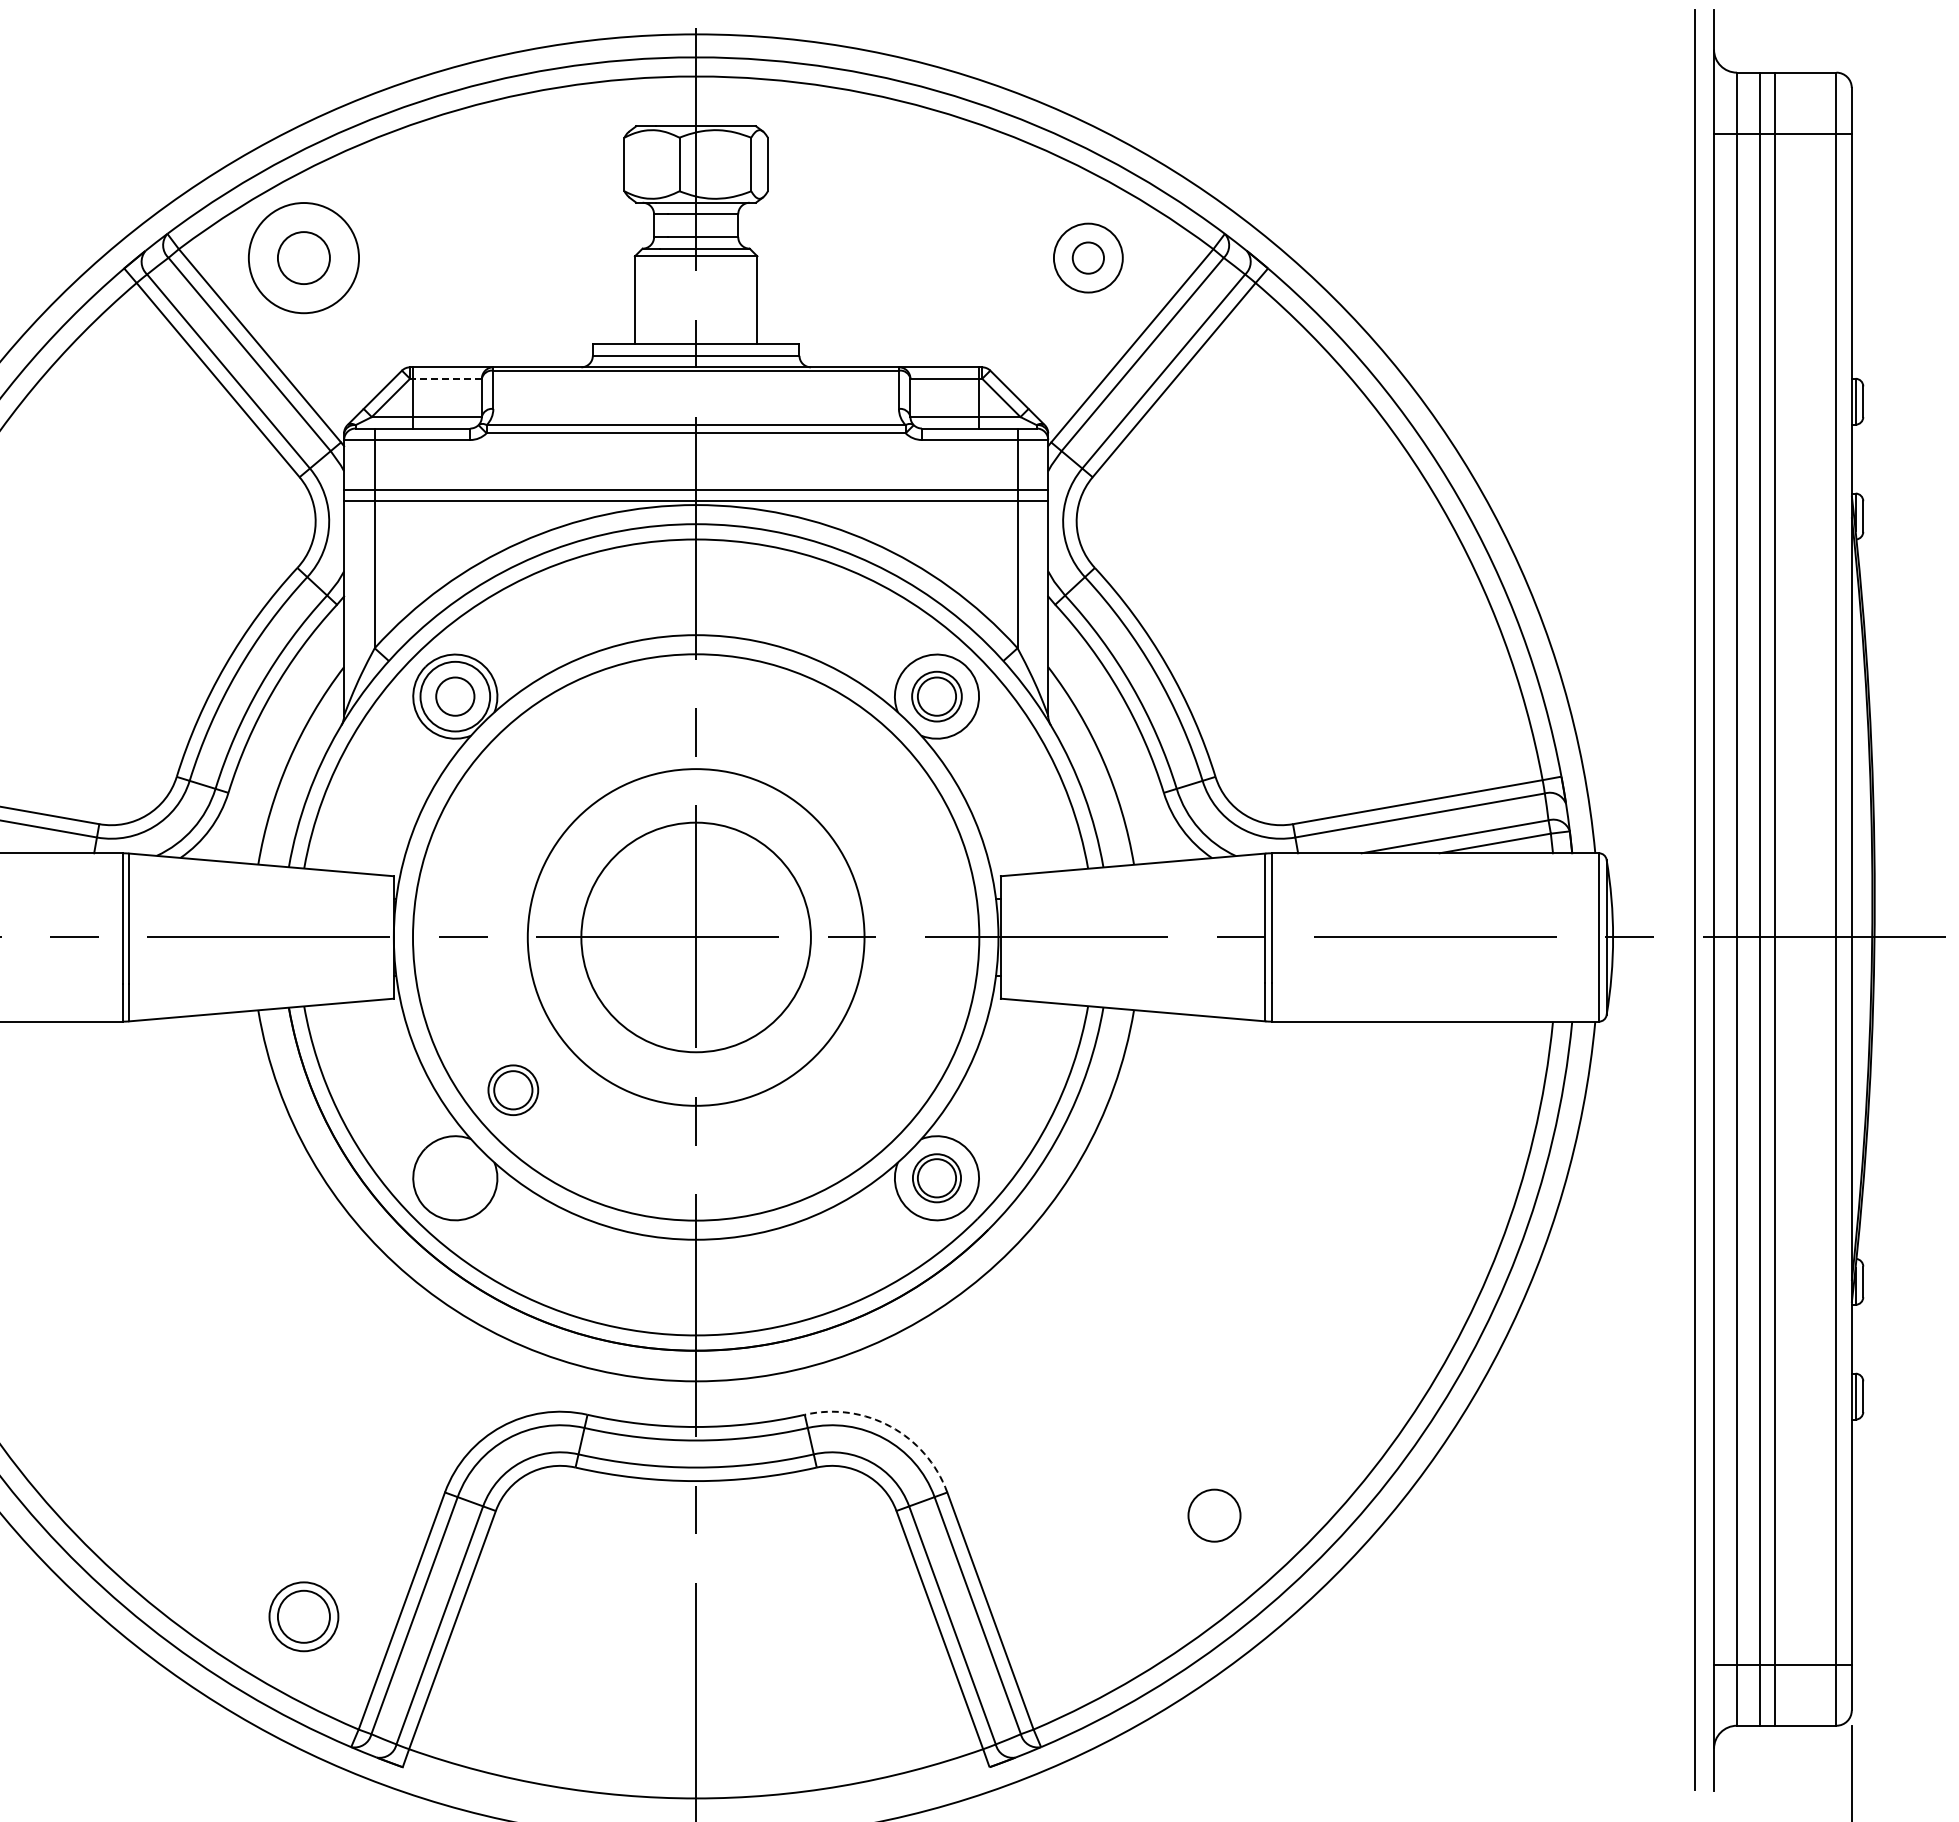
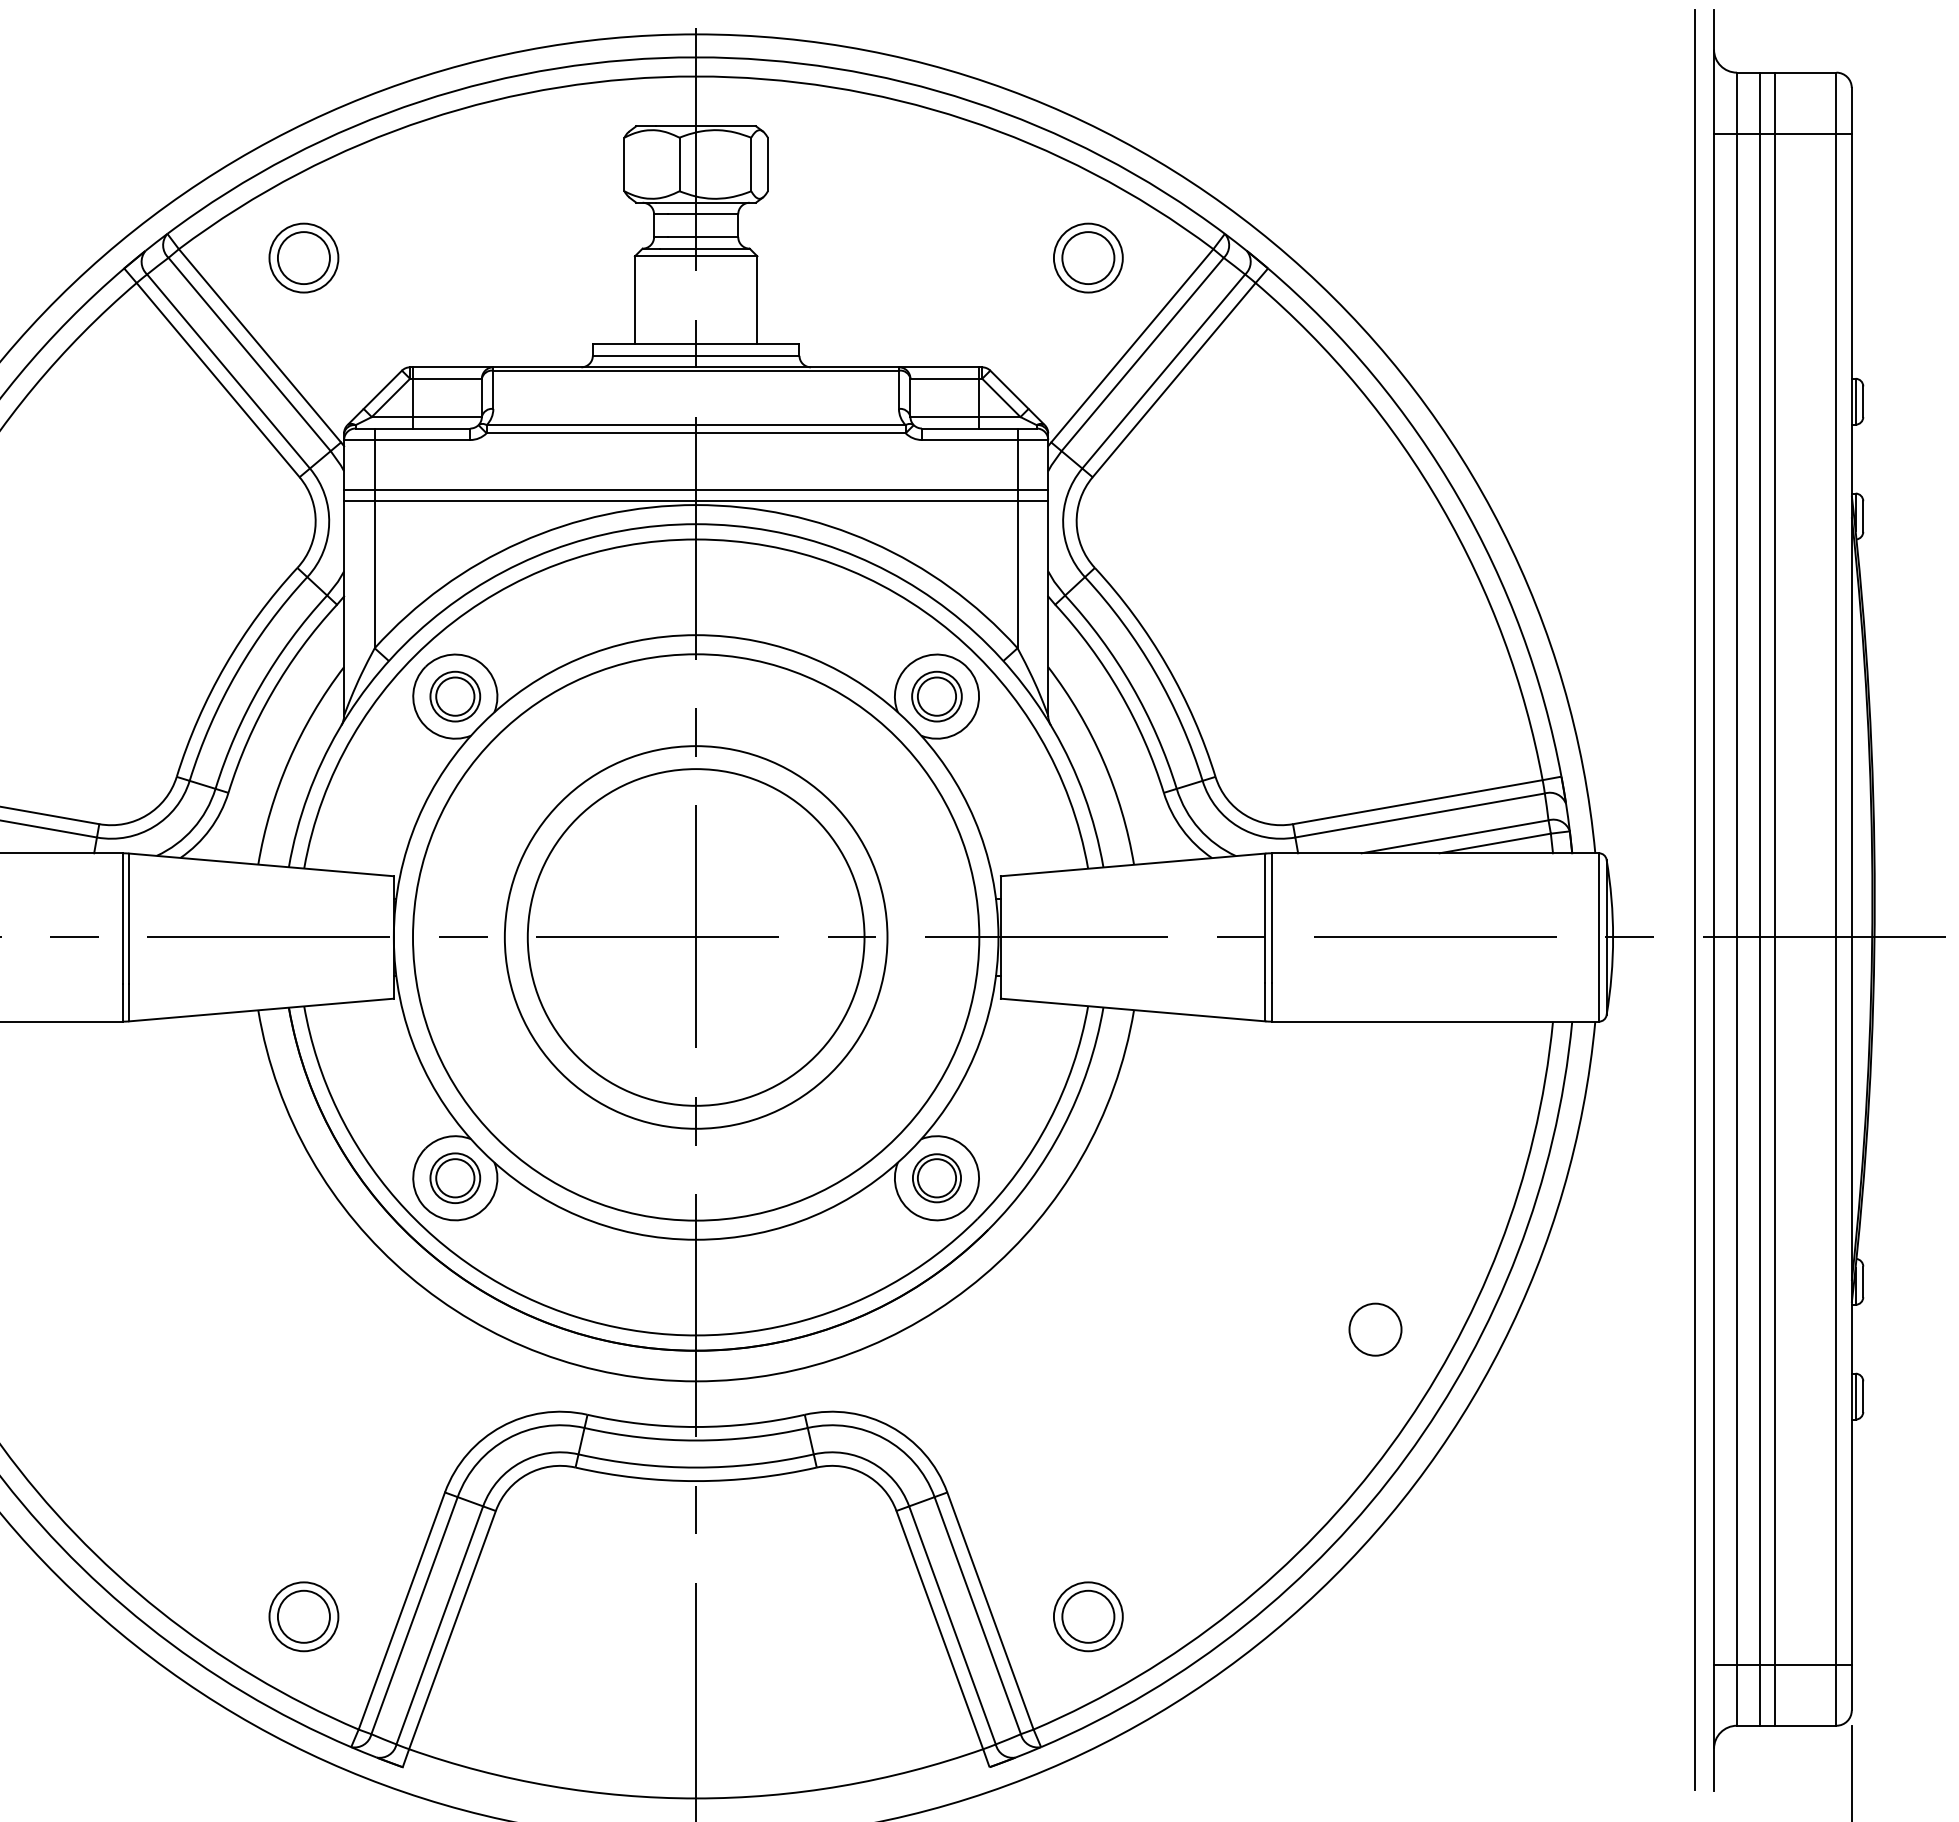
circle at (1088, 257) diameter: 31 px -> 52 px
circle at (303, 258) diameter: 110 px -> 69 px
line at (446, 378): dashed -> solid
circle at (455, 696) diameter: 70 px -> 50 px
circle at (695, 937) diameter: 230 px -> 383 px
part at (513, 1089) position: (513, 1089) -> (455, 1177)
arc at (890, 1426): dashed -> solid
circle at (1214, 1515) position: (1214, 1515) -> (1375, 1329)
part at (1088, 1616): none -> present
